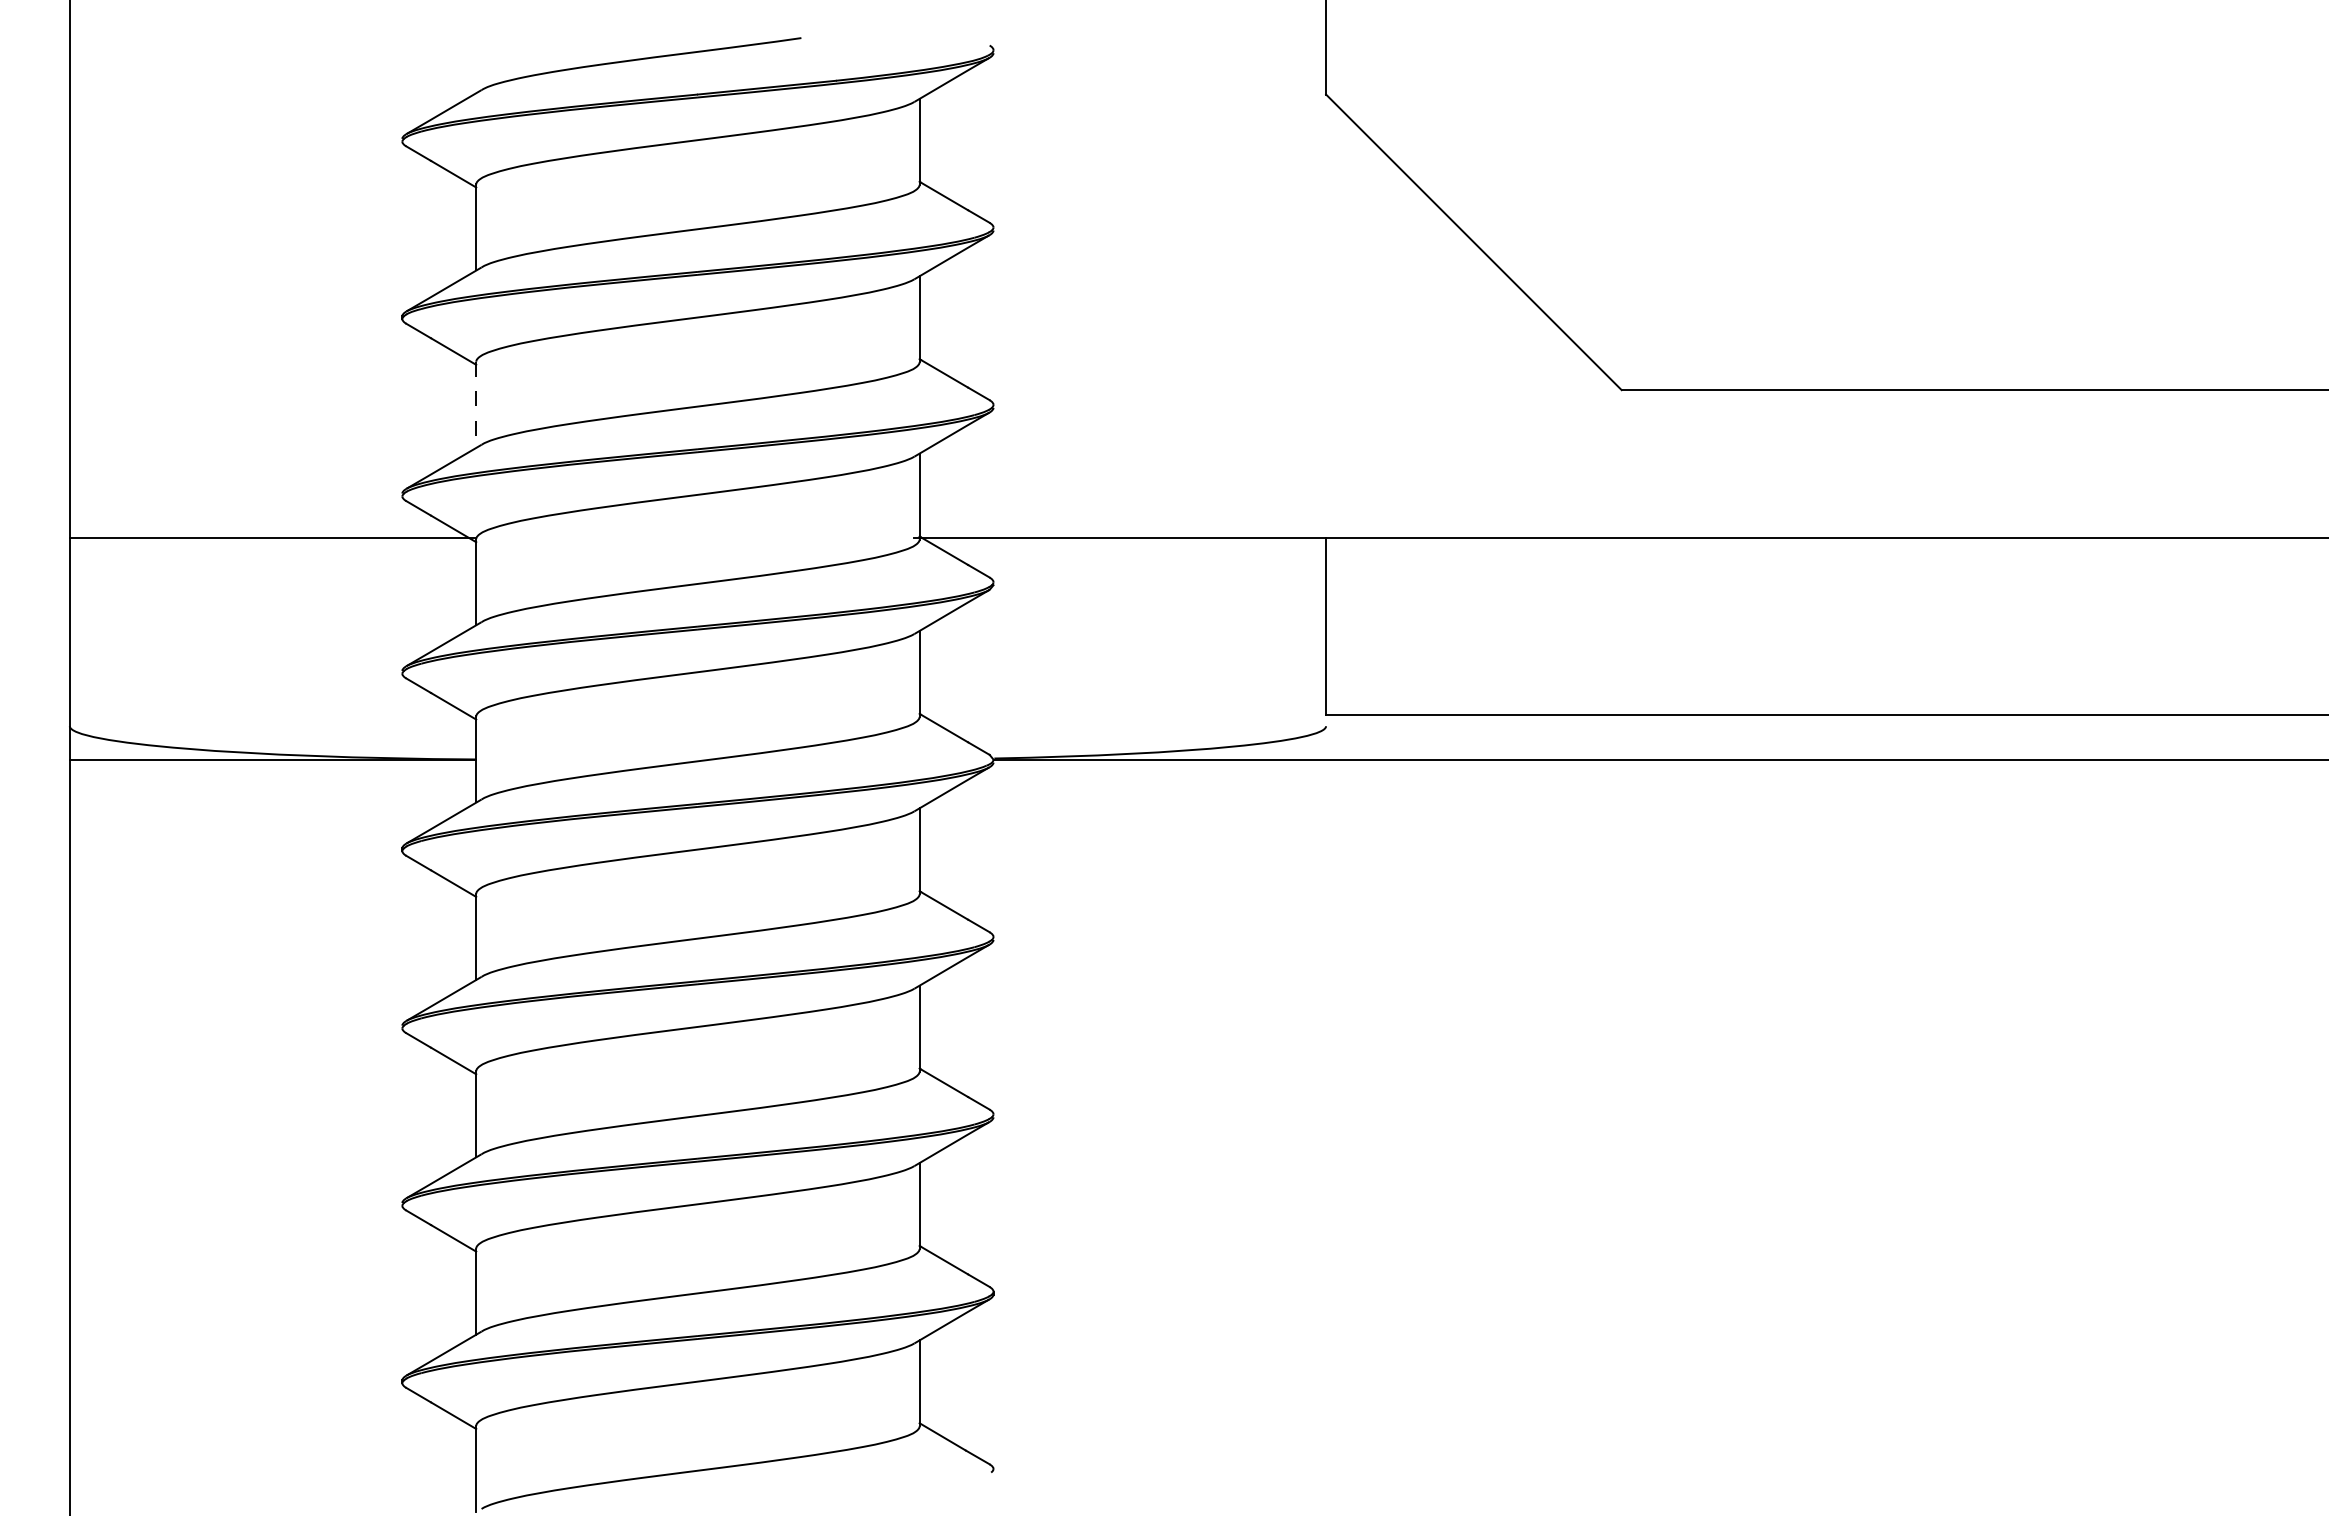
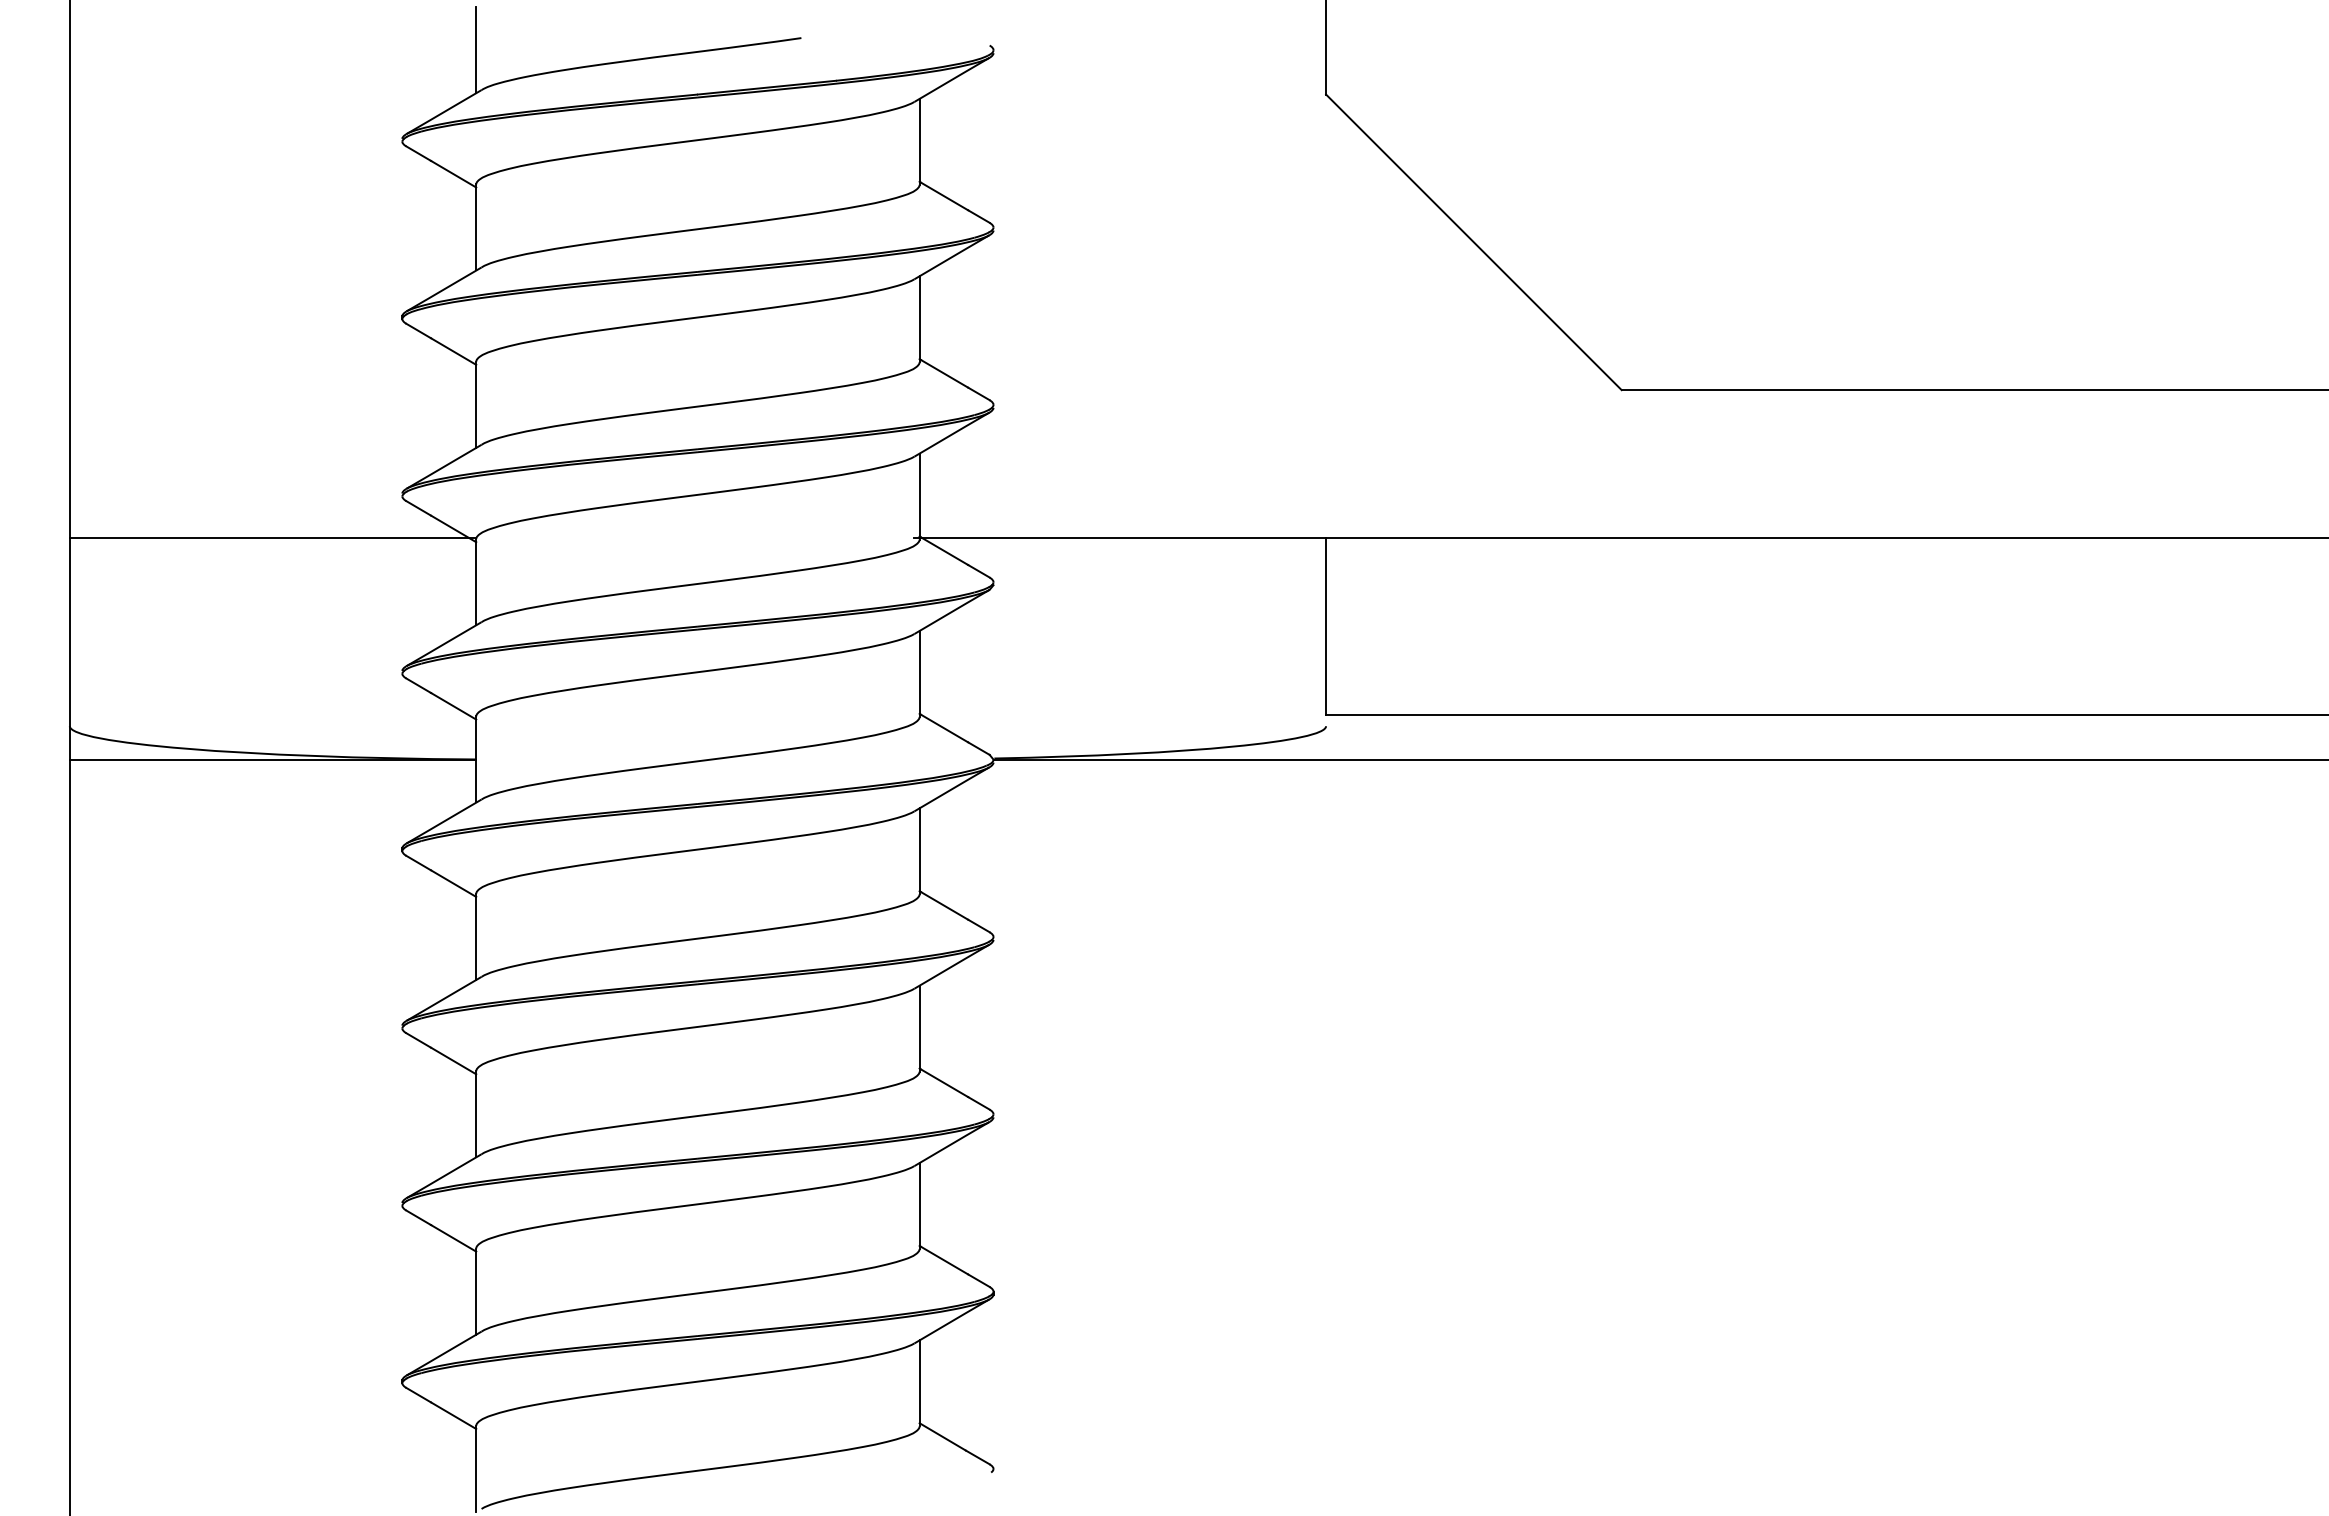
line at (476, 50): none -> present
line at (476, 405): dashed -> solid
